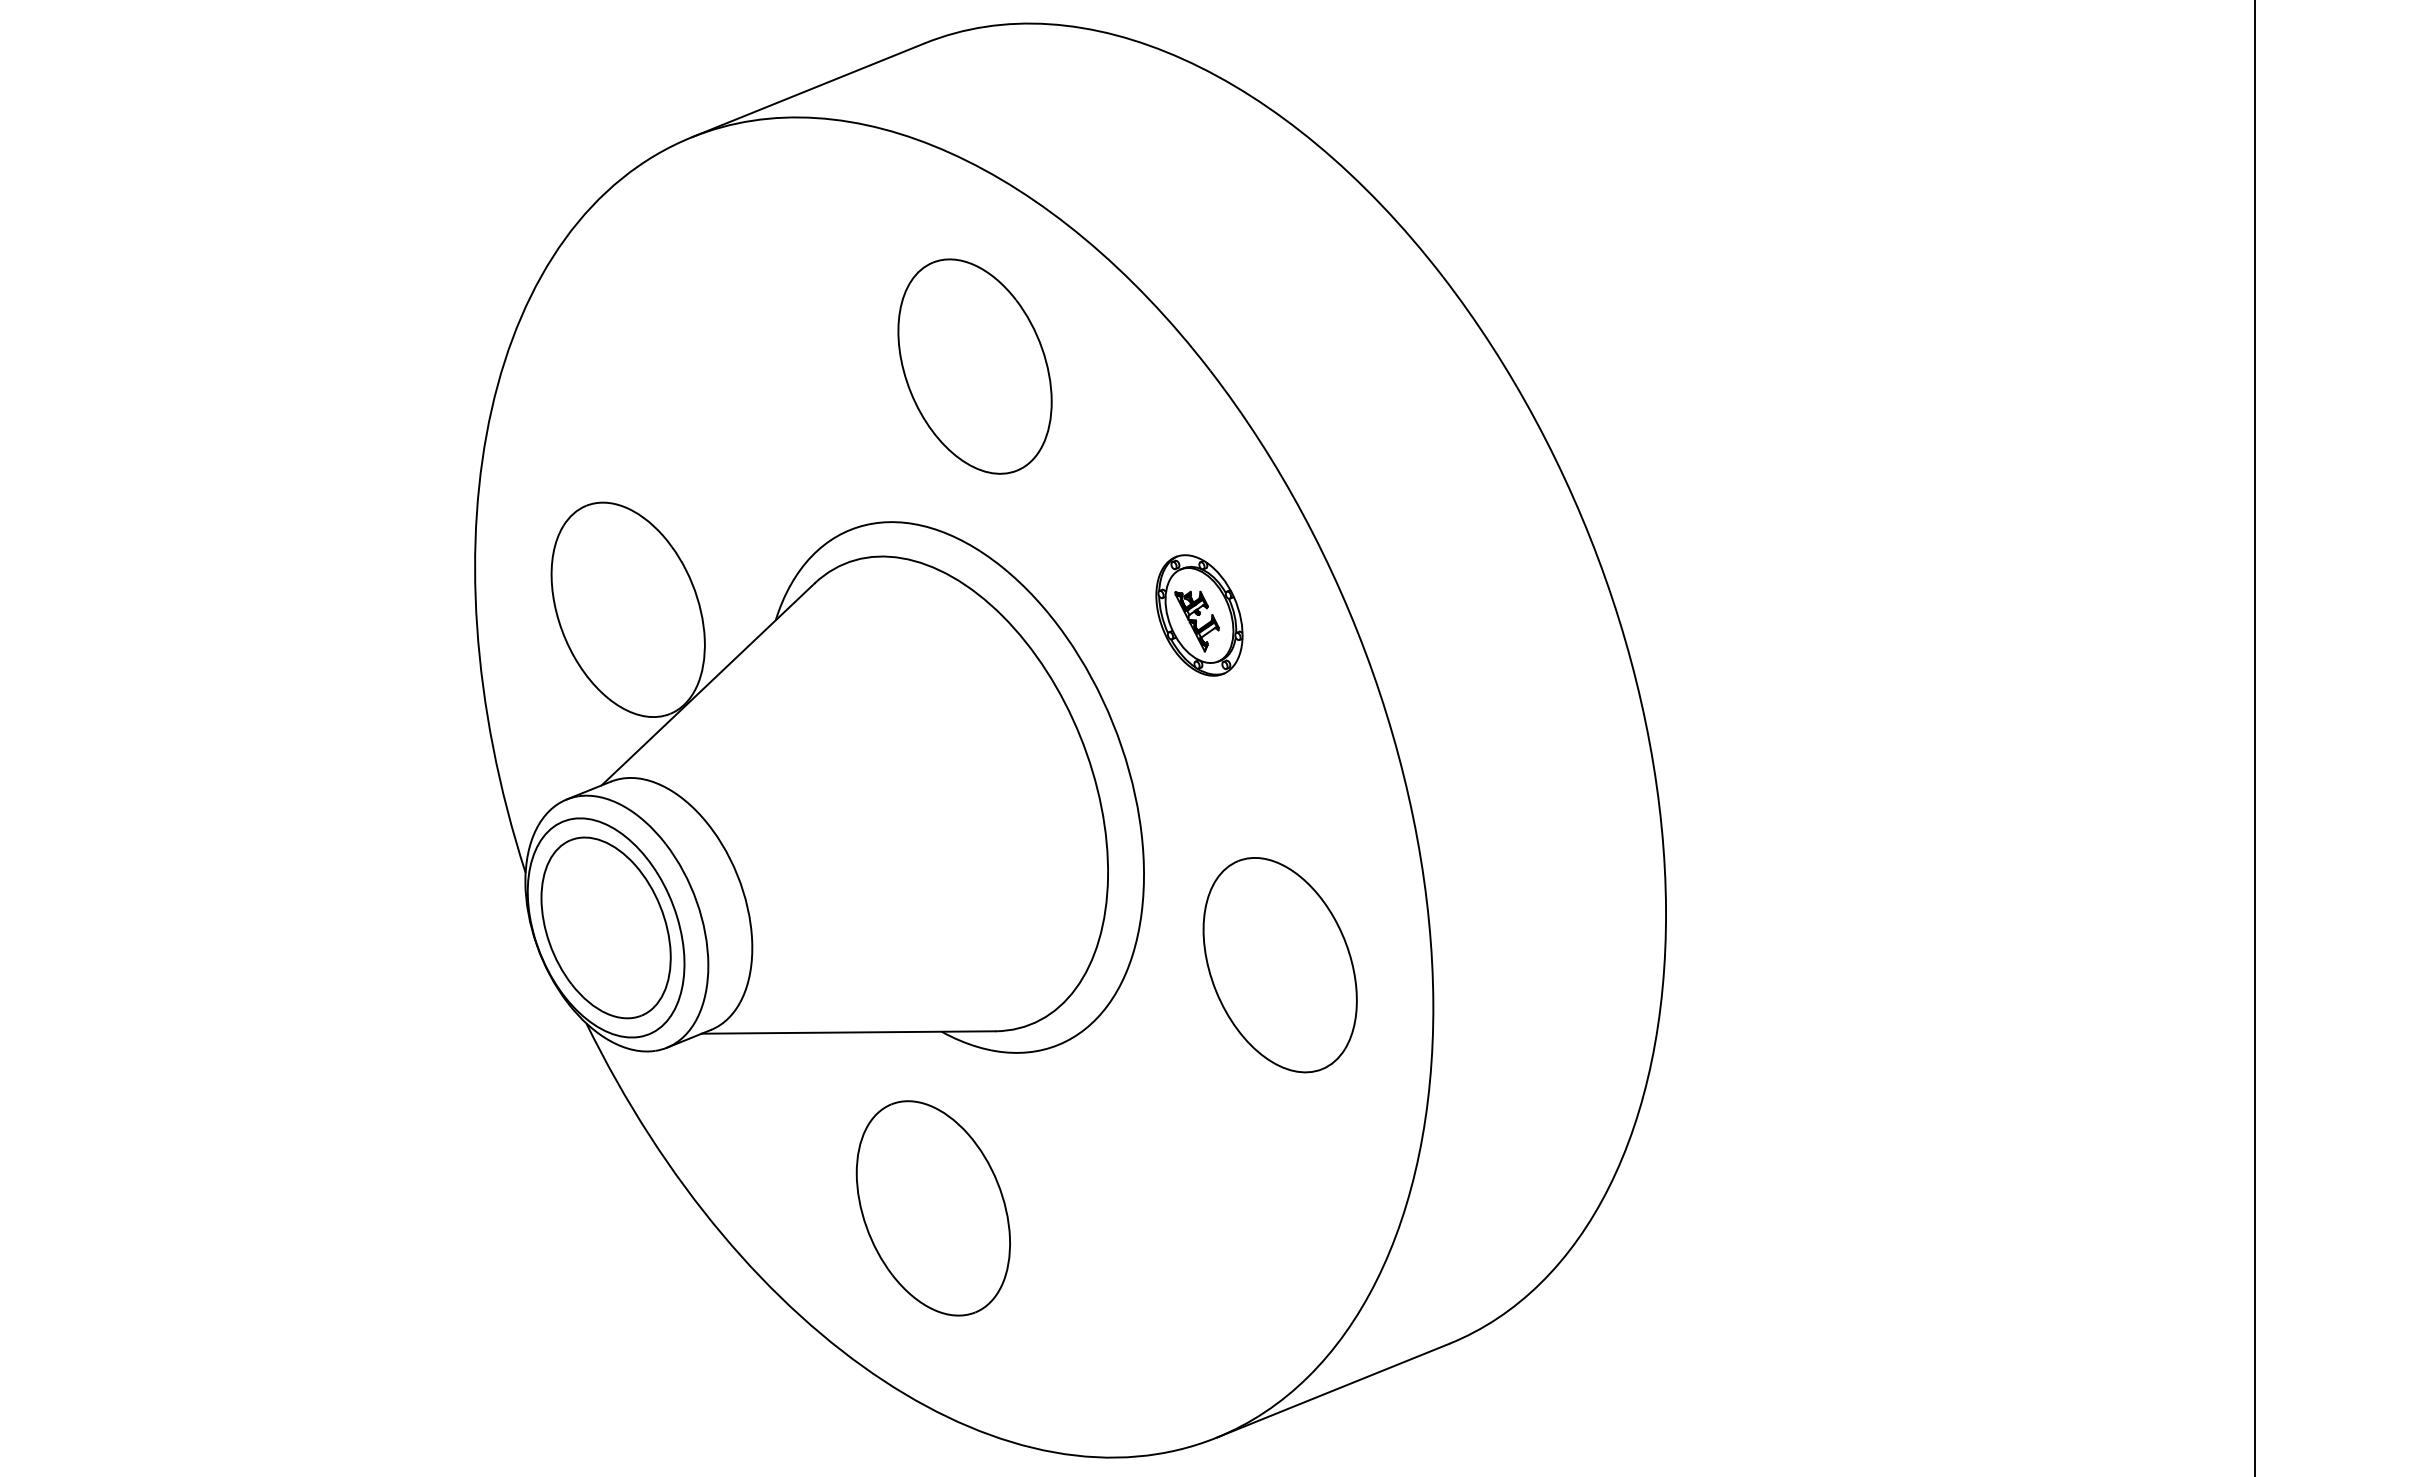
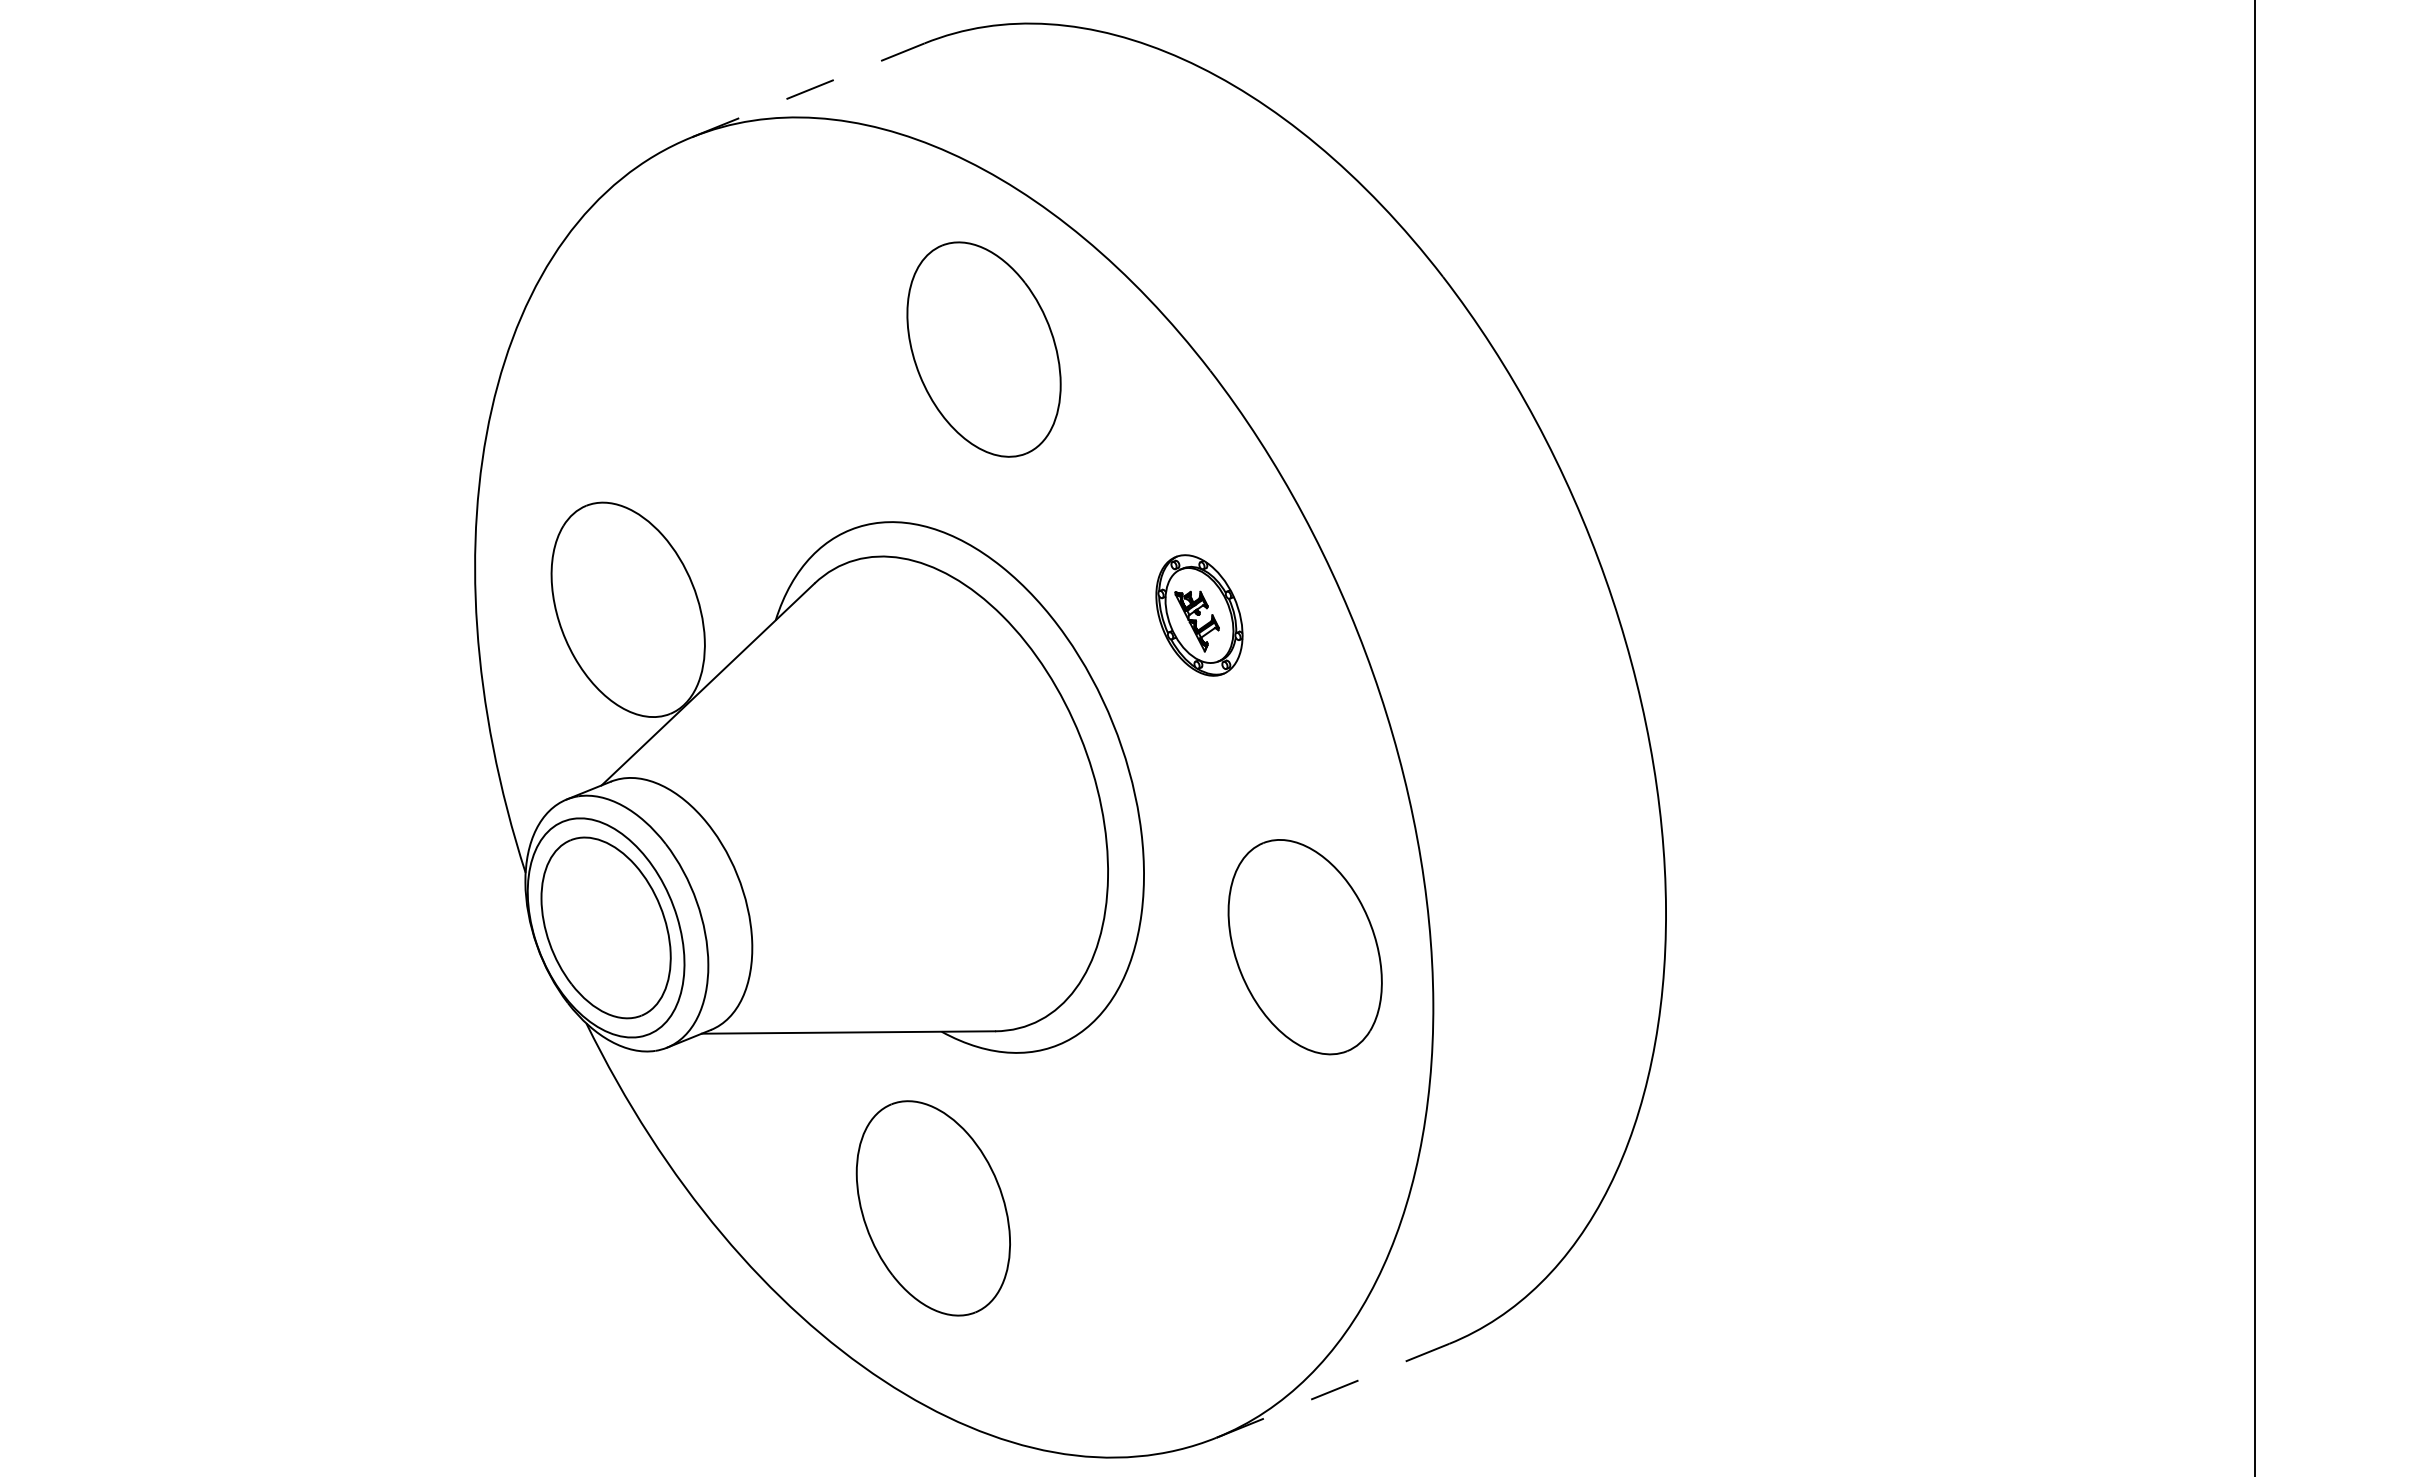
line at (808, 90): solid -> dashed
part at (974, 366) position: (974, 366) -> (983, 349)
part at (1279, 965) position: (1279, 965) -> (1304, 947)
line at (1333, 1390): solid -> dashed
